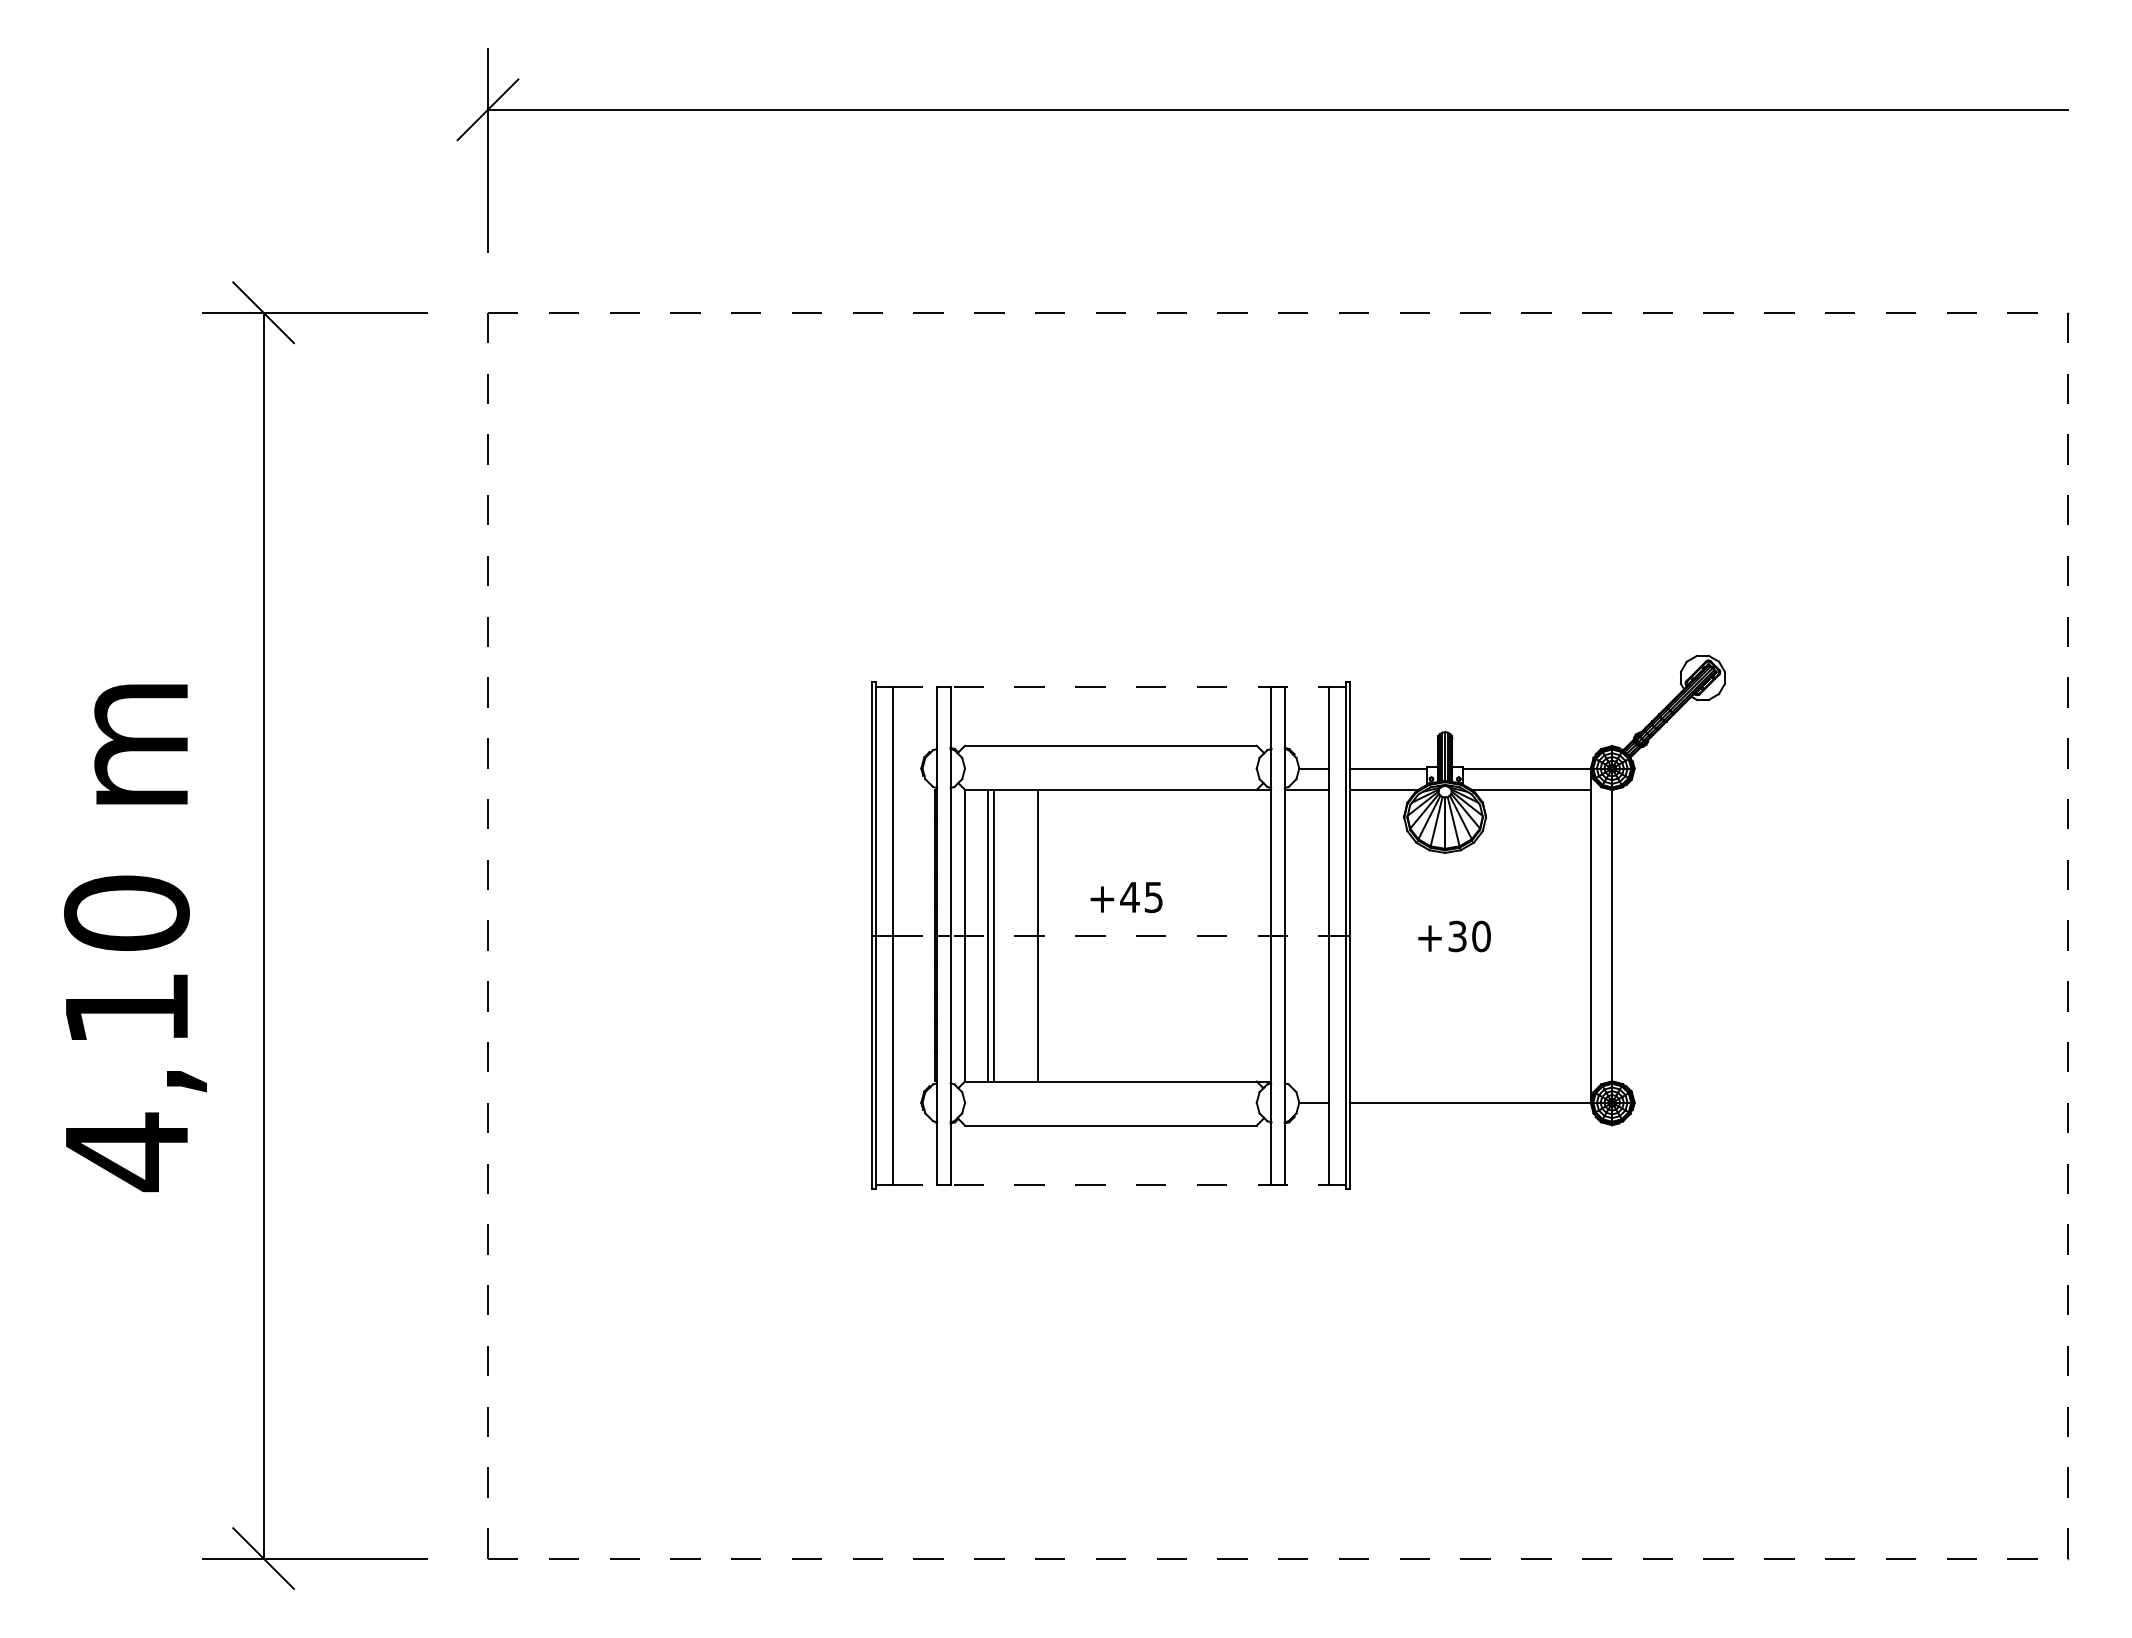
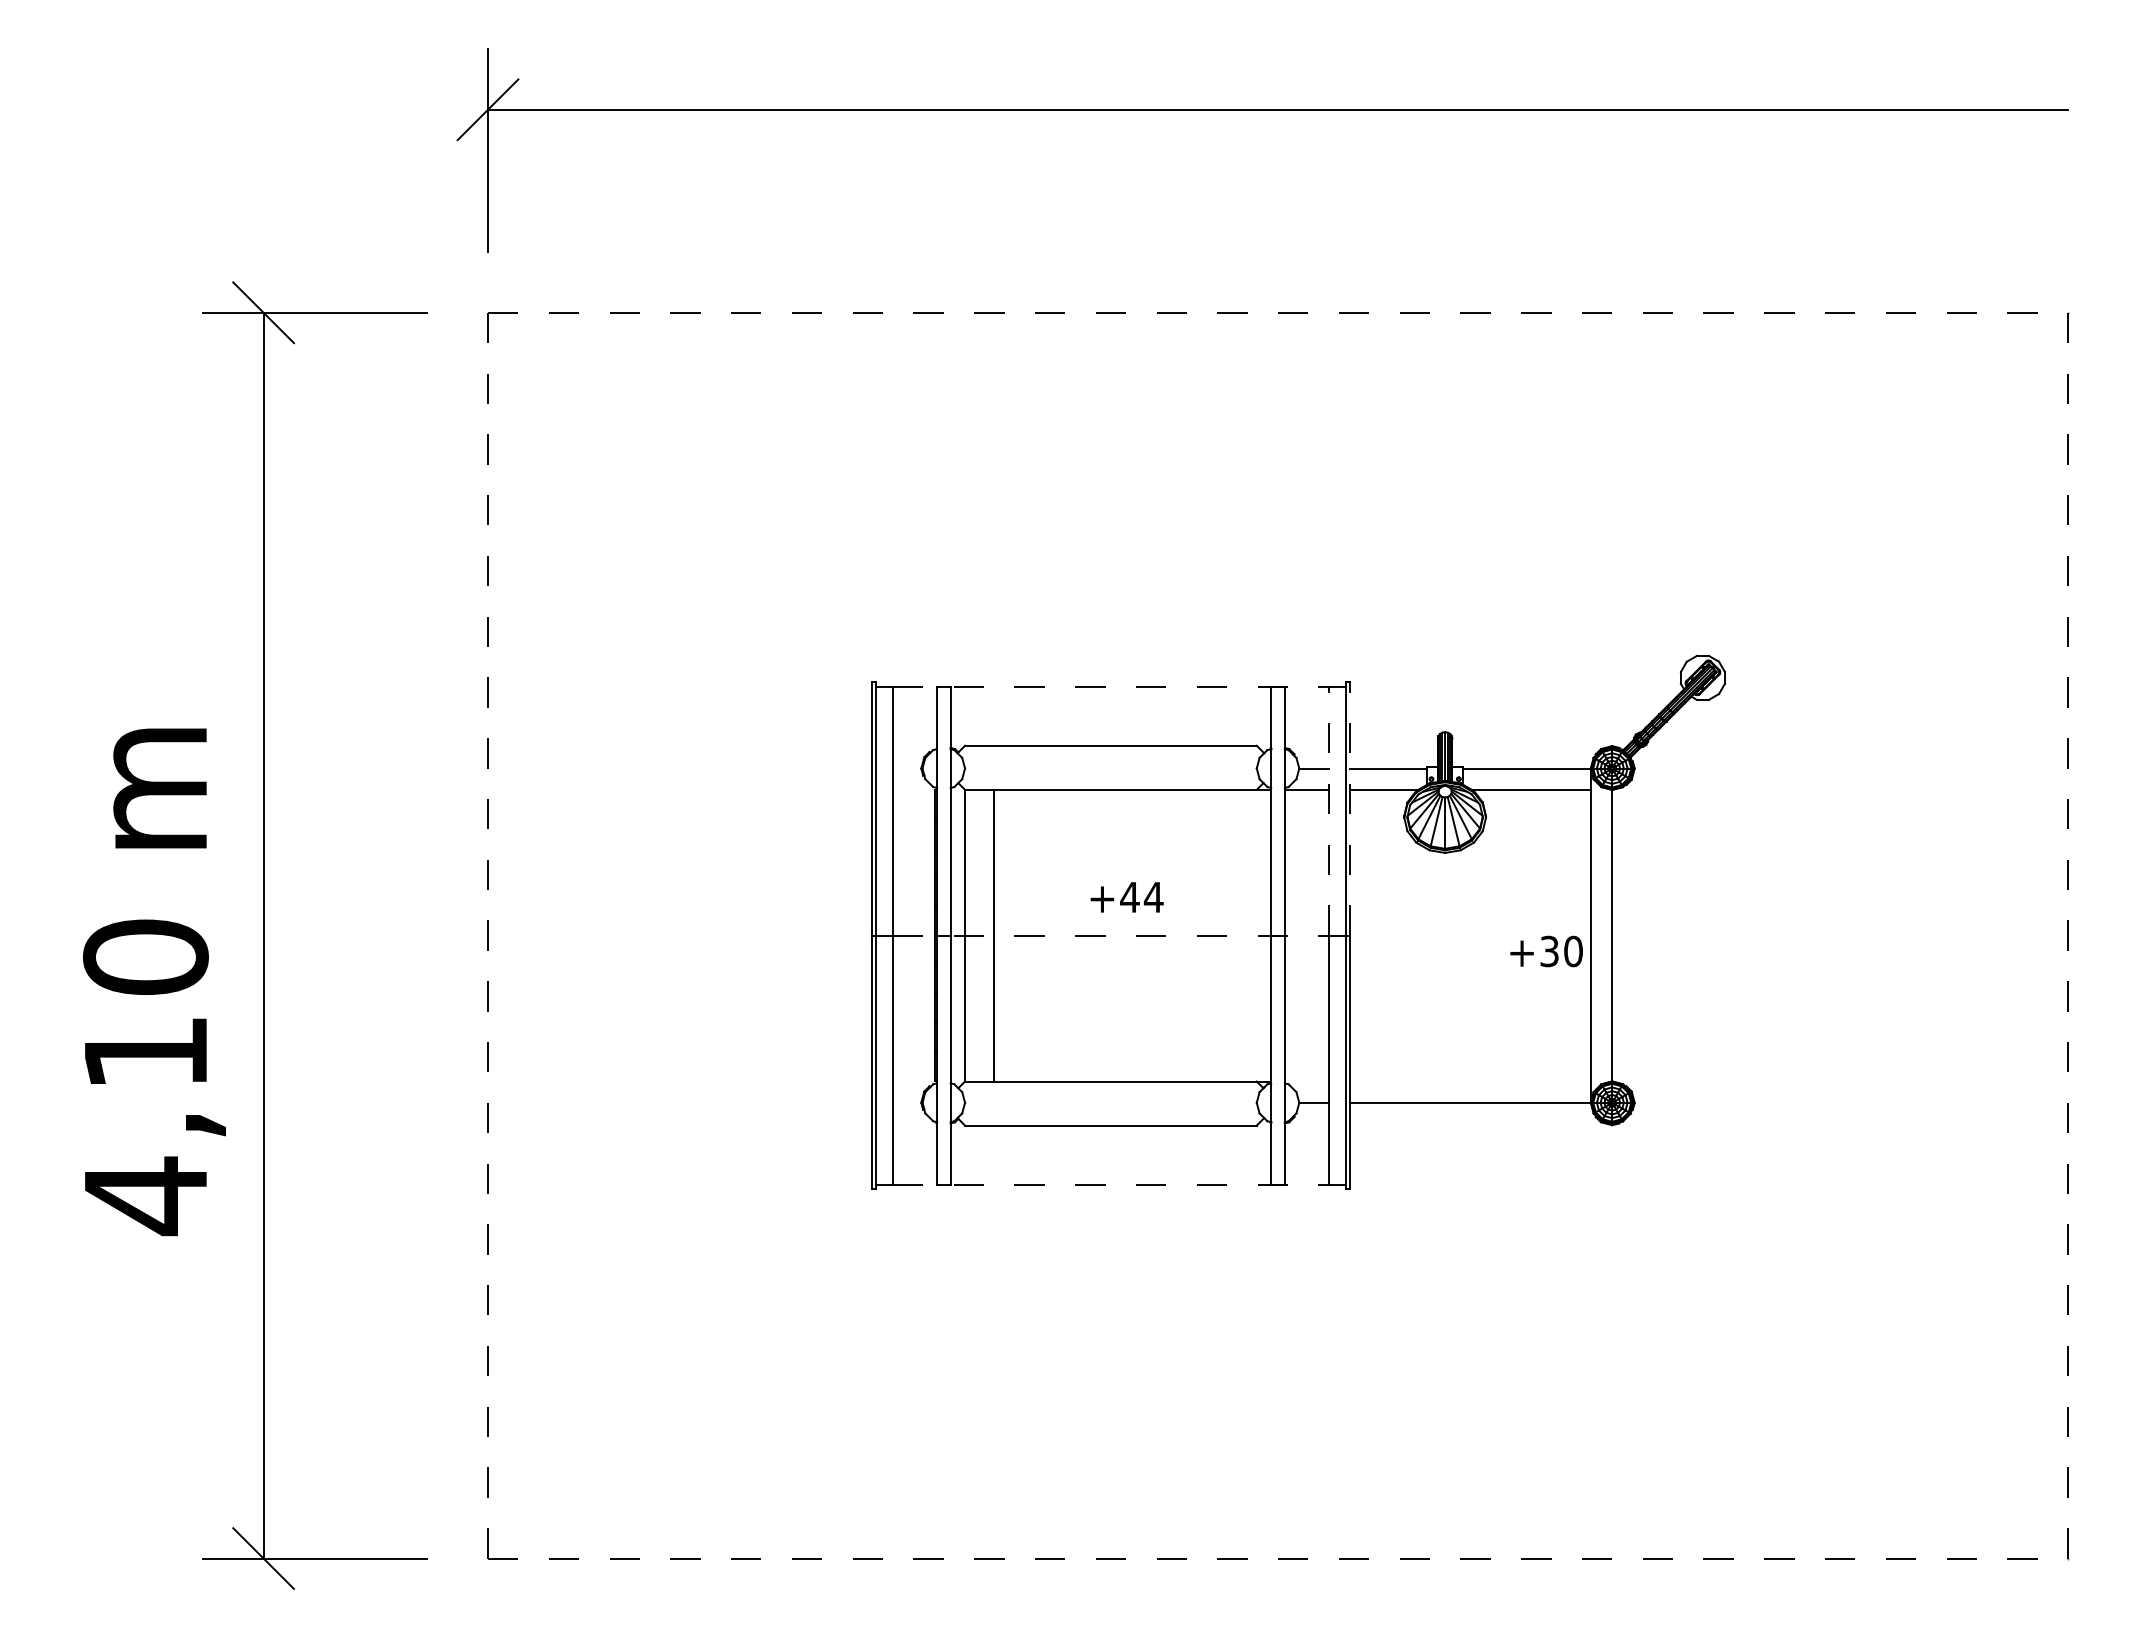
line at (1350, 808): solid -> dashed
line at (1328, 811): solid -> dashed
text at (1153, 897): +45 -> +44
line at (987, 935): present -> none
line at (1037, 935): present -> none
text at (1454, 936) position: (1454, 936) -> (1546, 951)
text at (135, 938) position: (135, 938) -> (154, 982)
